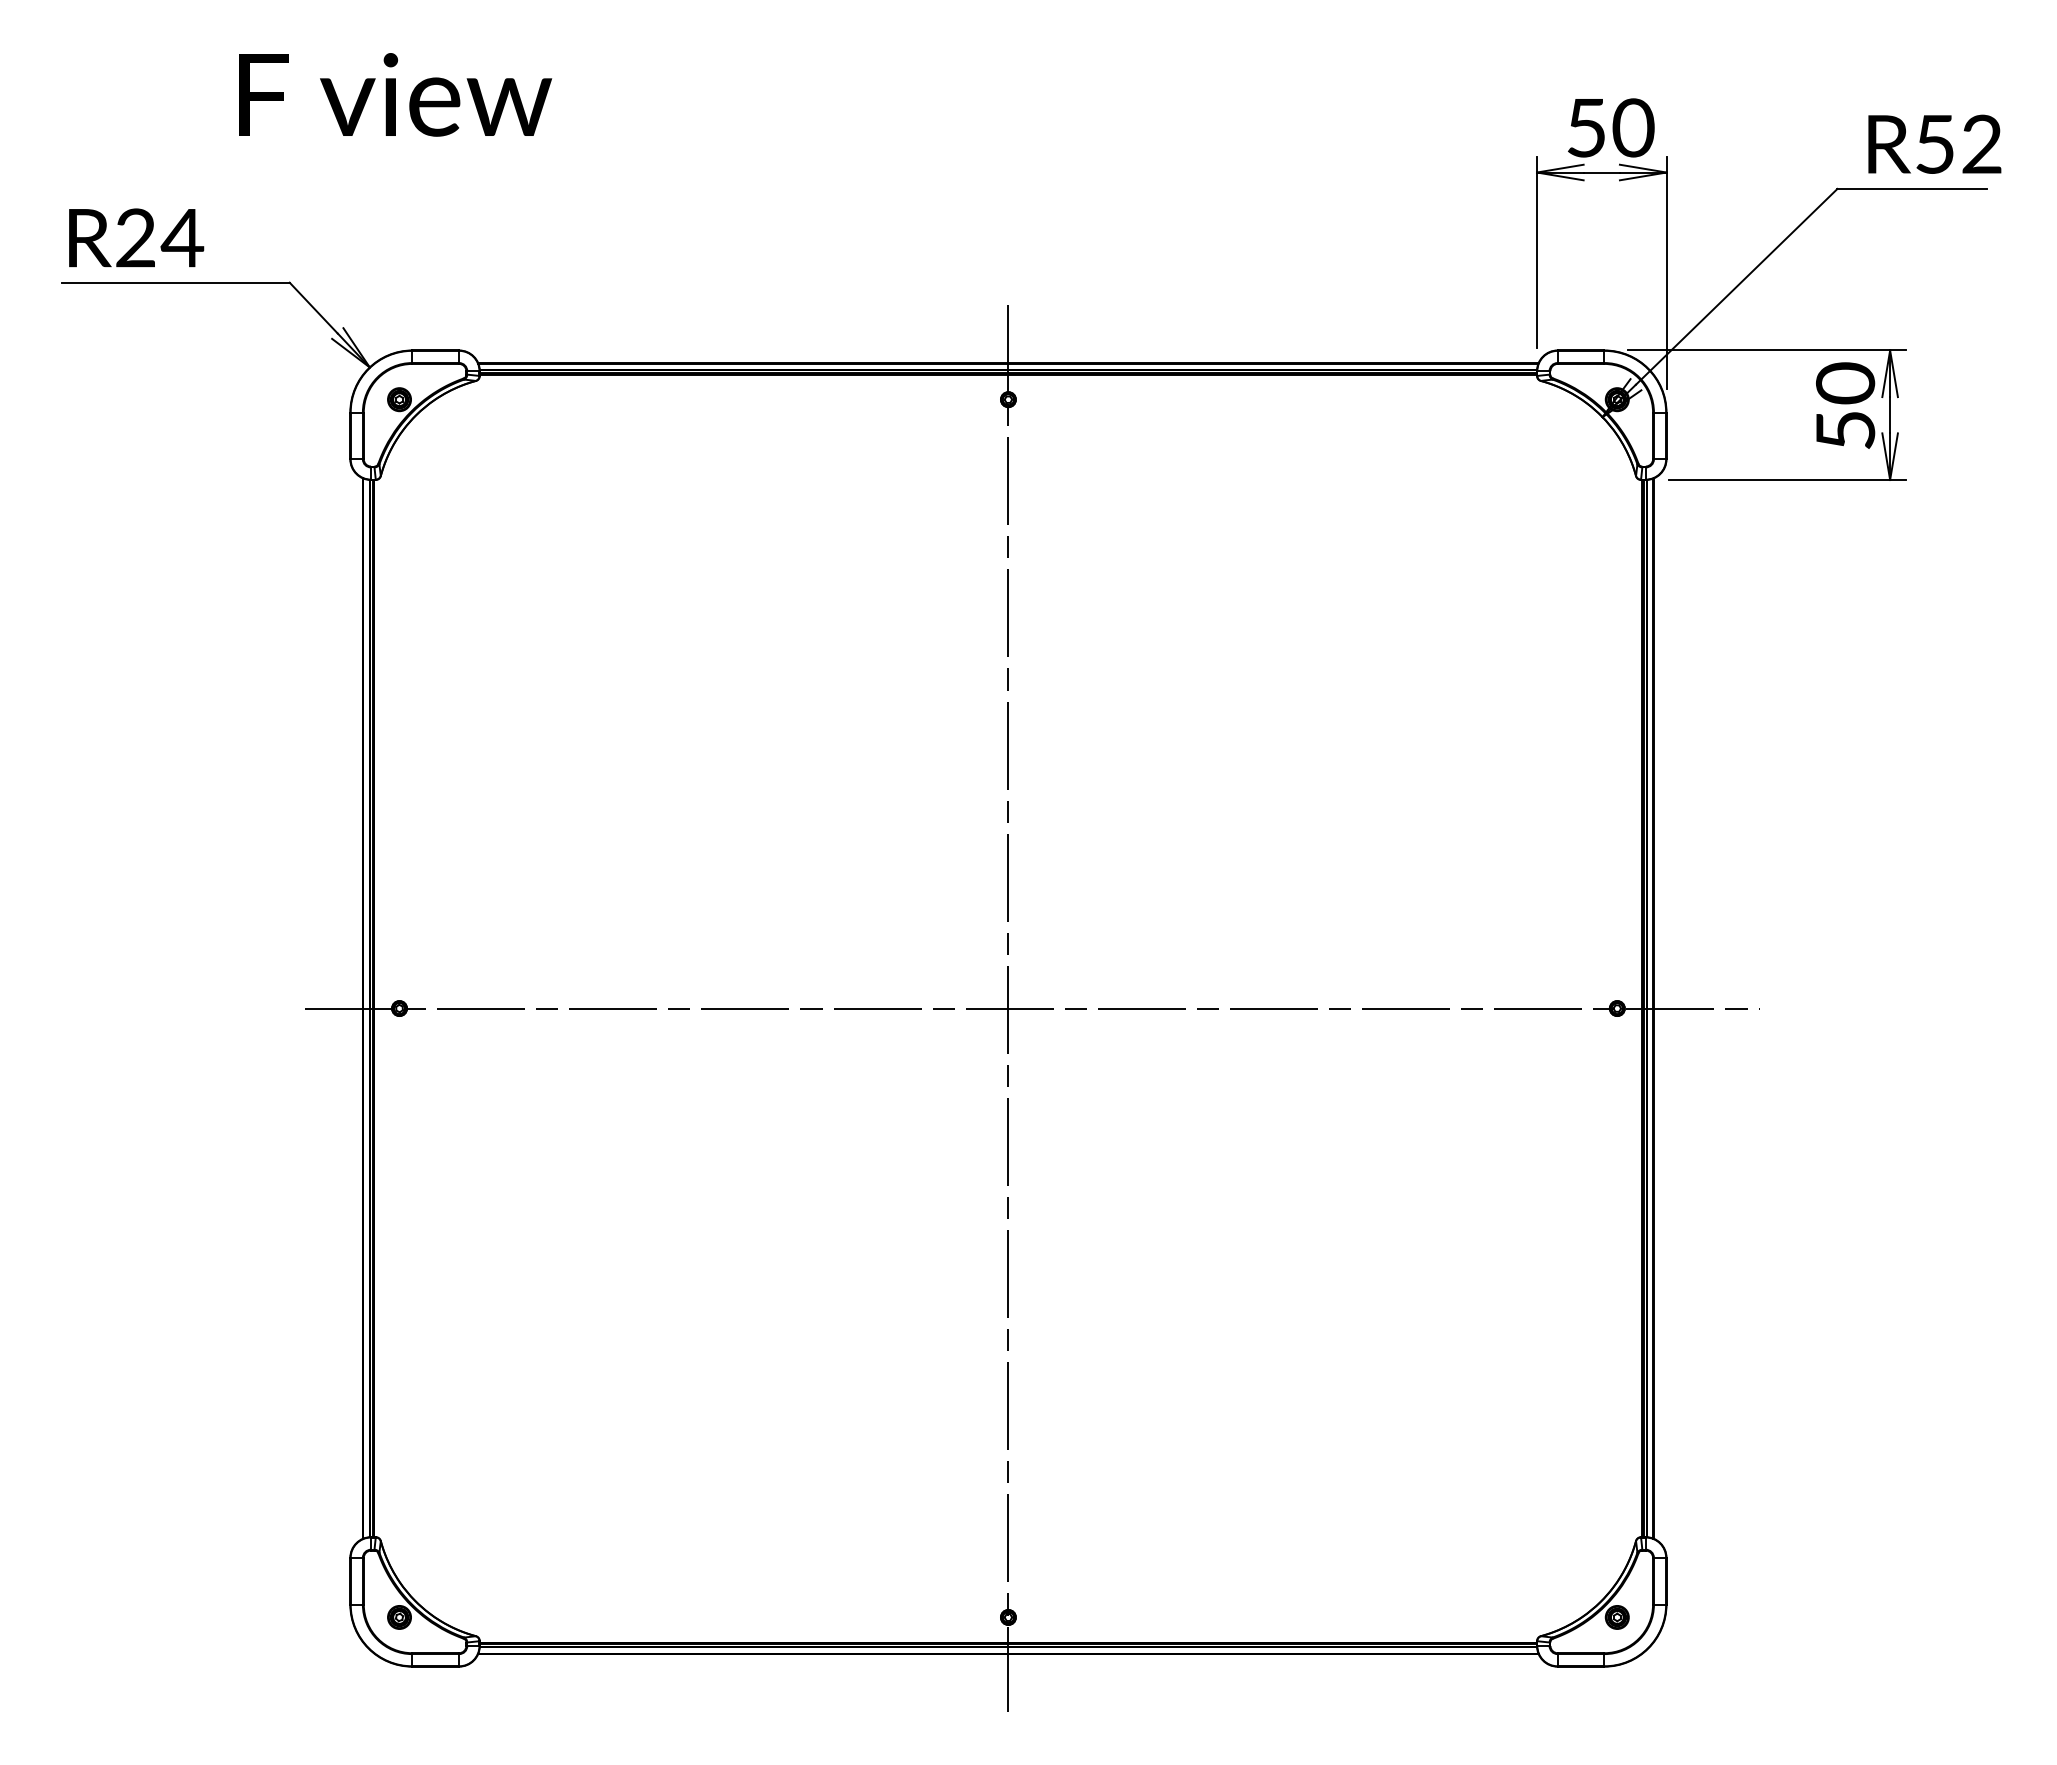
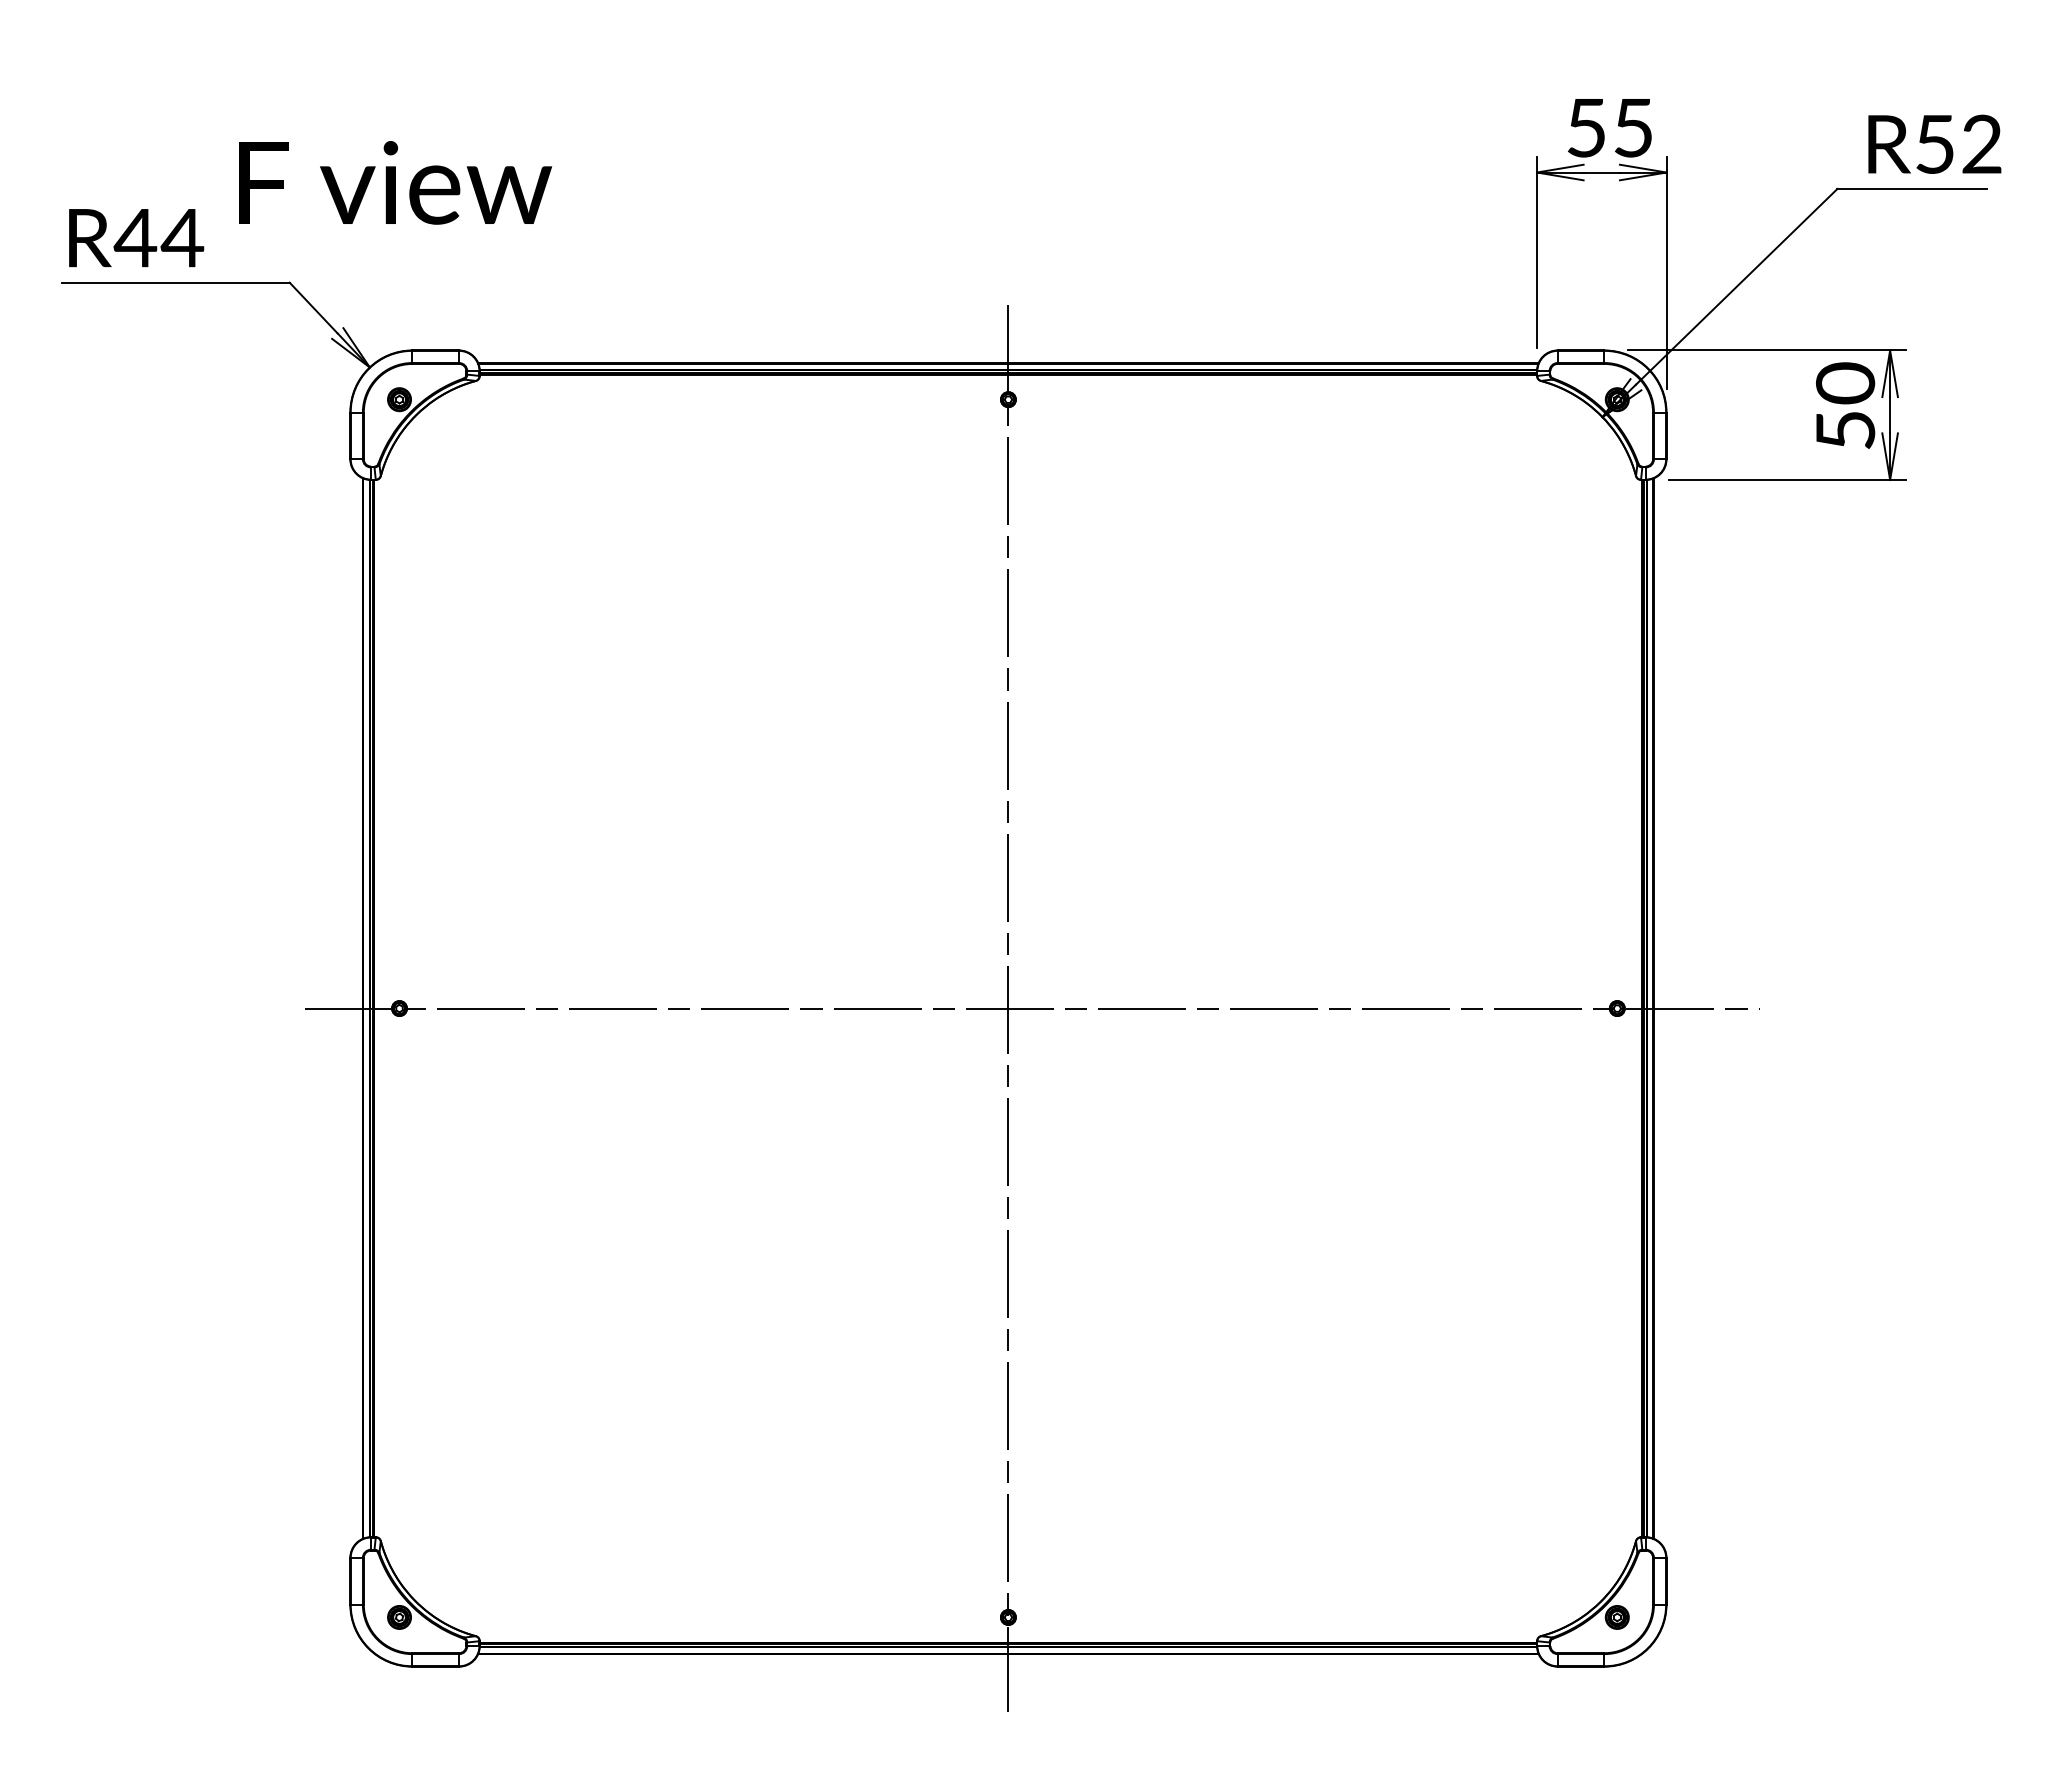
text at (395, 94) position: (395, 94) -> (395, 182)
text at (1633, 127): 50 -> 55
text at (135, 237): R24 -> R44
